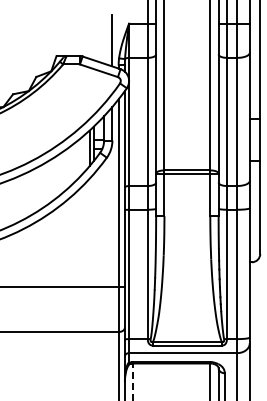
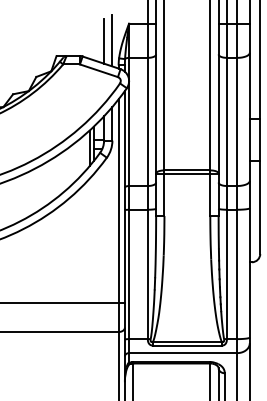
line at (104, 40): none -> present
line at (63, 286) position: (63, 286) -> (63, 302)
line at (133, 381): dashed -> solid
